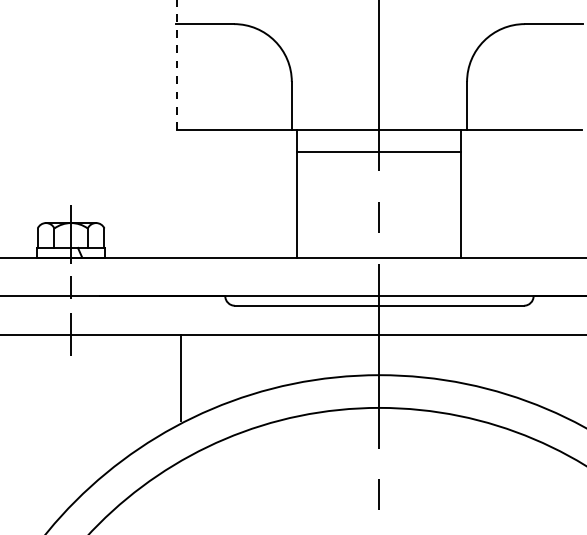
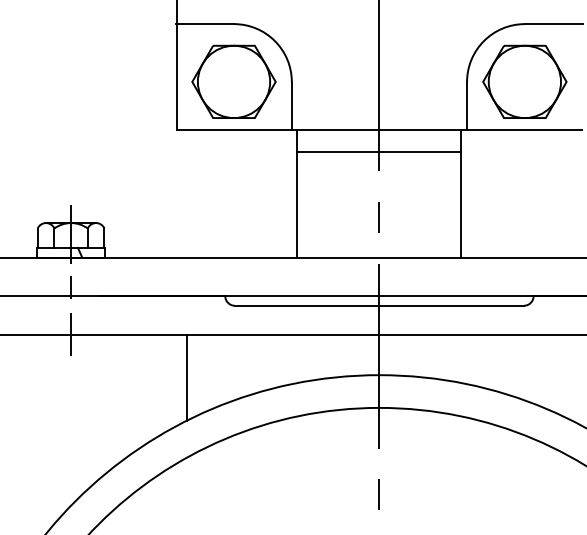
line at (177, 65): dashed -> solid
part at (233, 81): none -> present
part at (524, 81): none -> present
line at (180, 377) position: (180, 377) -> (186, 377)
